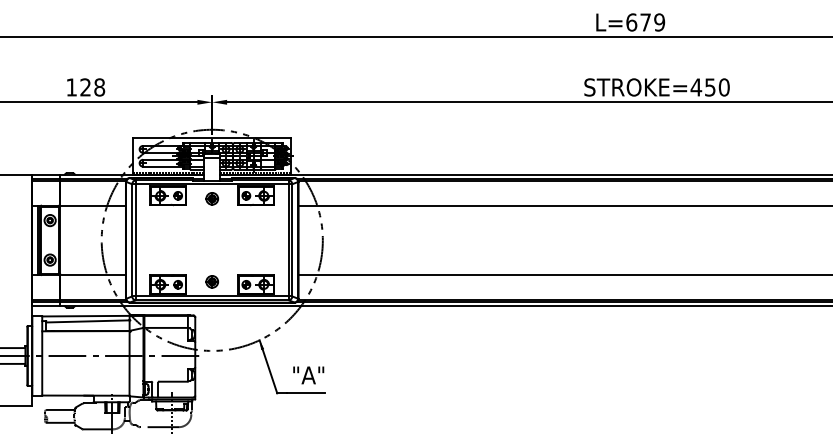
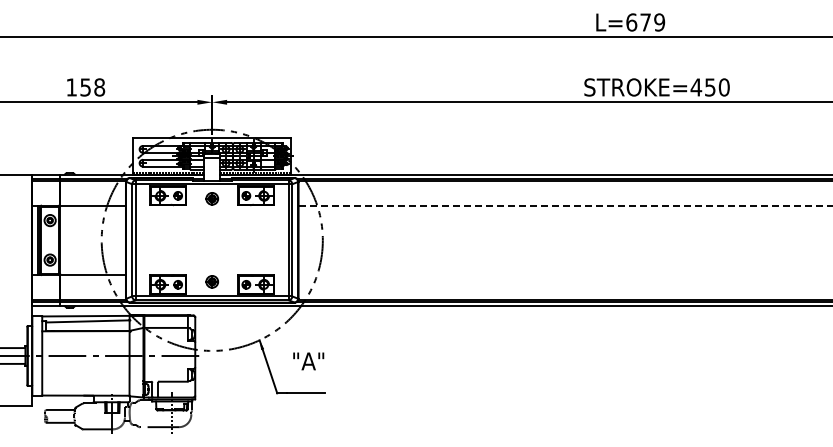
text at (85, 87): 128 -> 158
line at (565, 205): solid -> dashed
line at (563, 274): present -> none
text at (308, 375) position: (308, 375) -> (308, 361)
